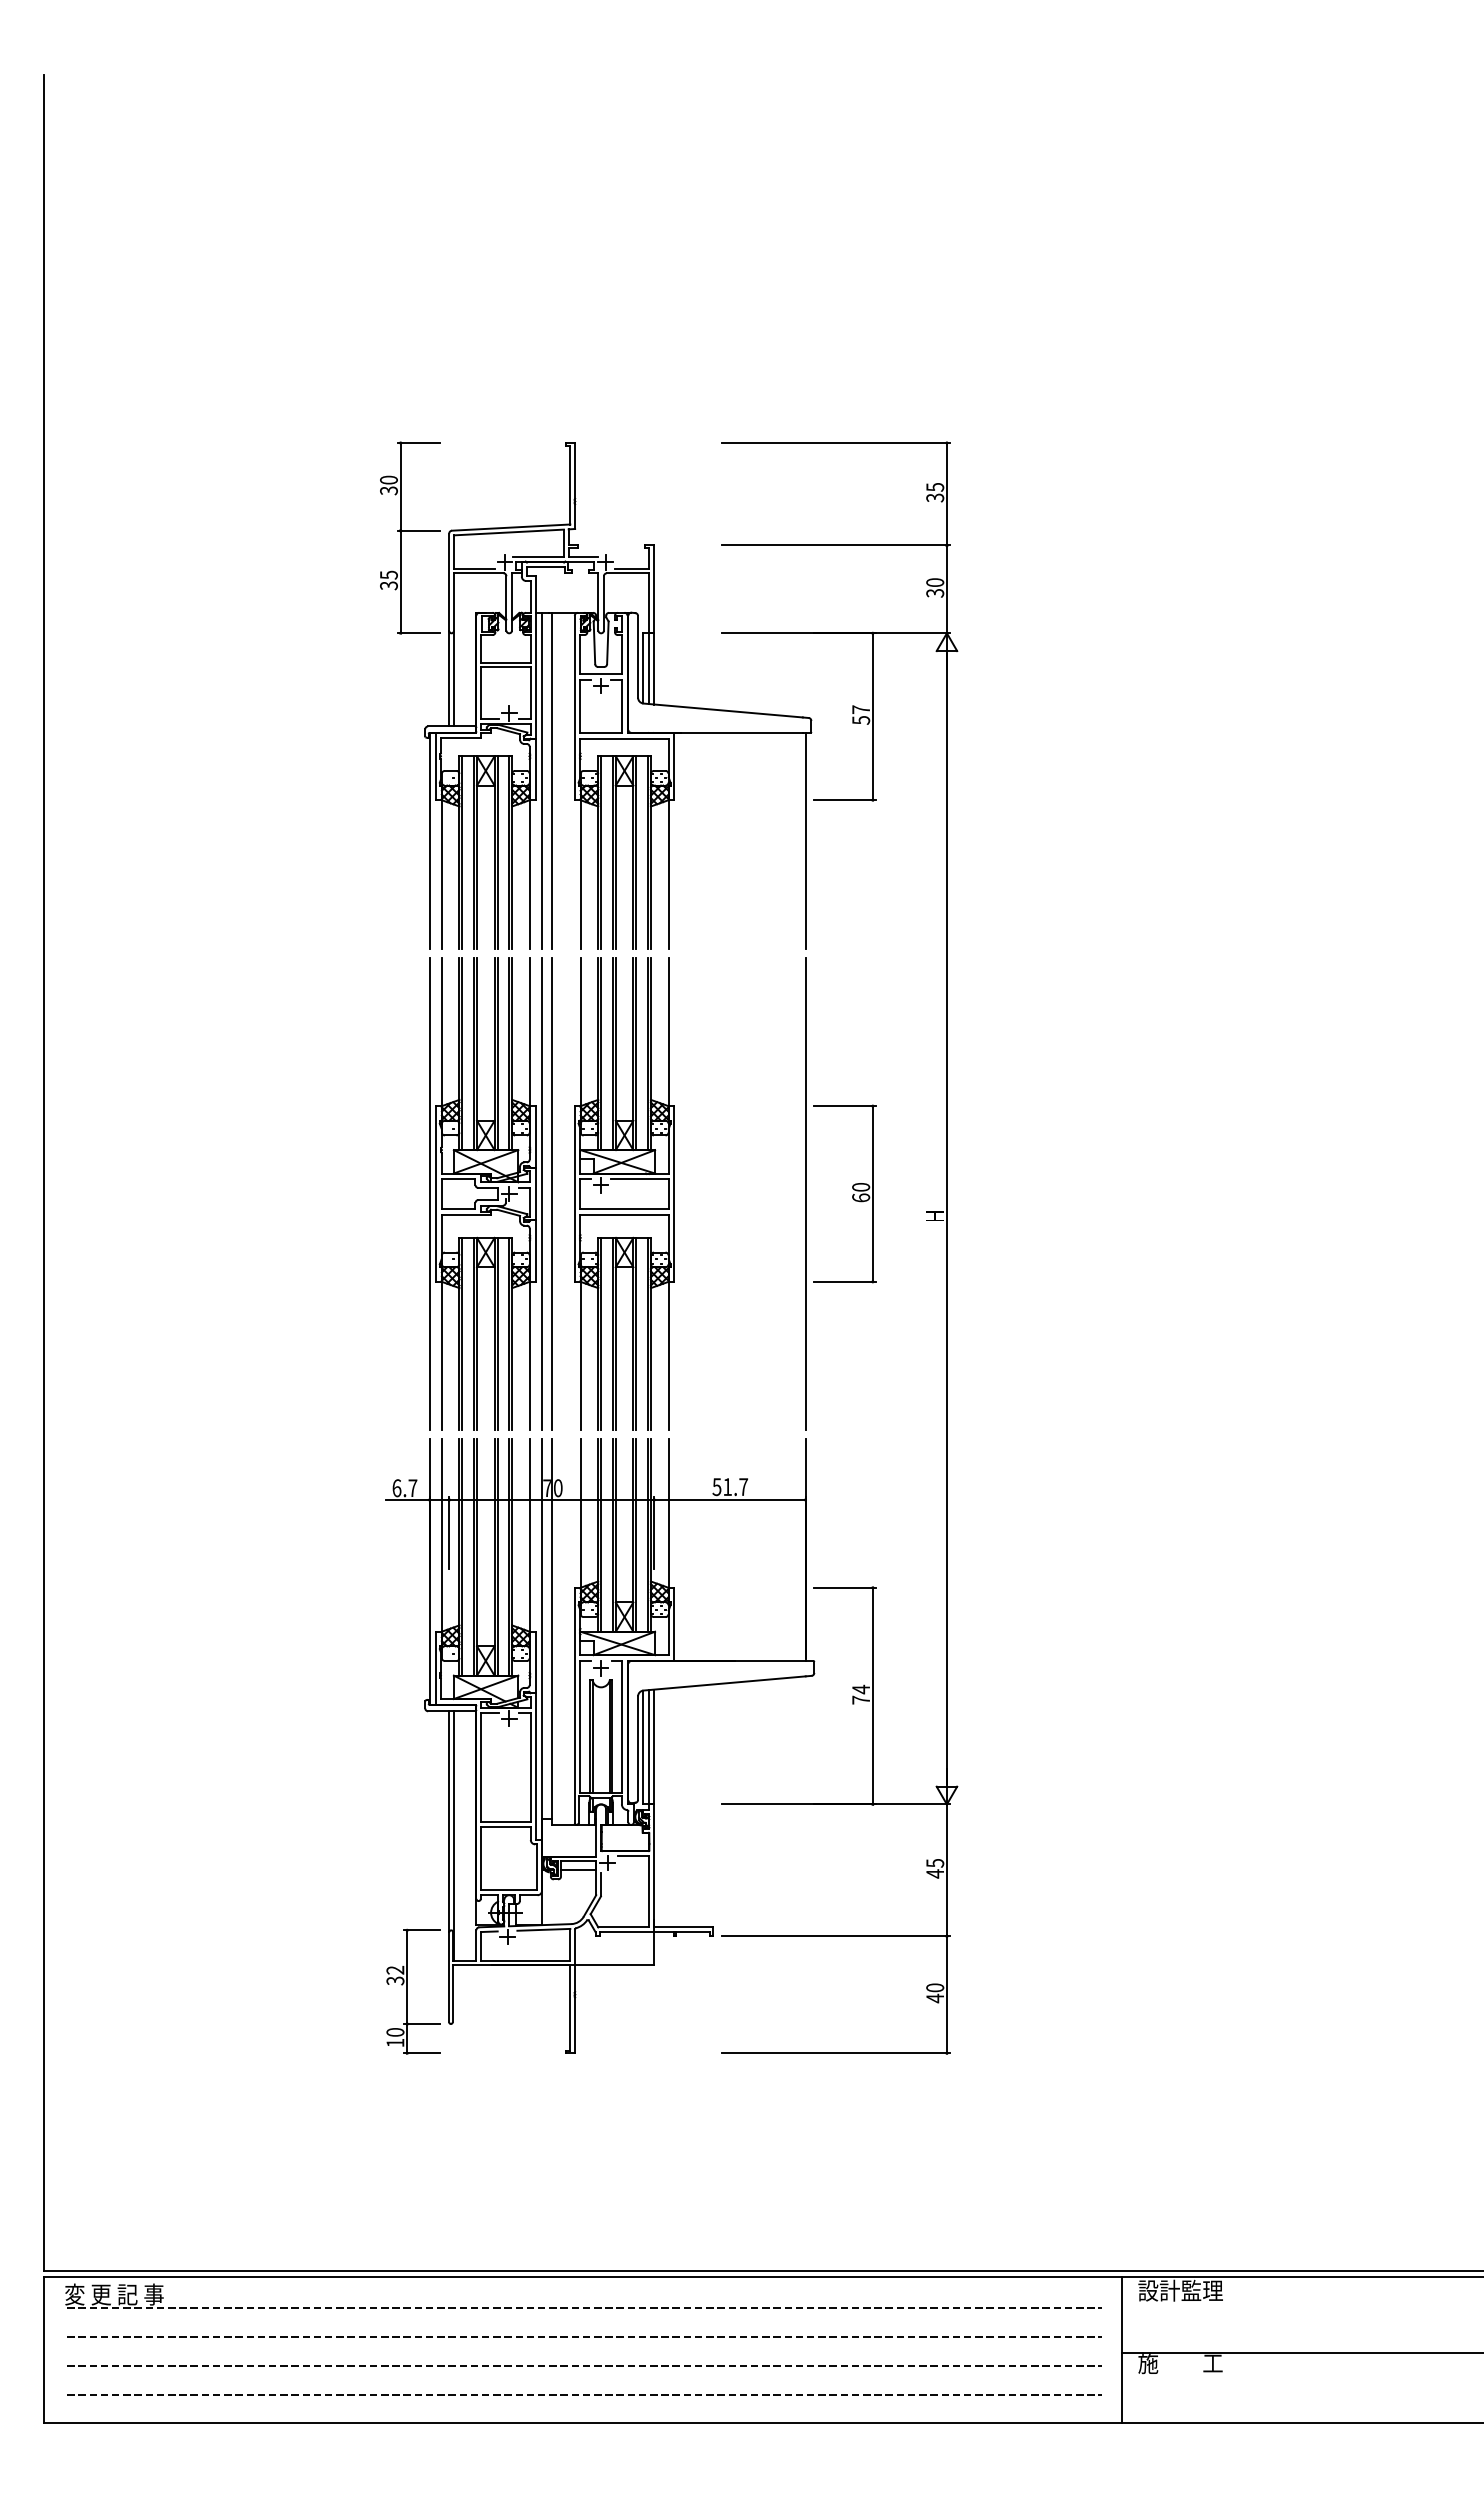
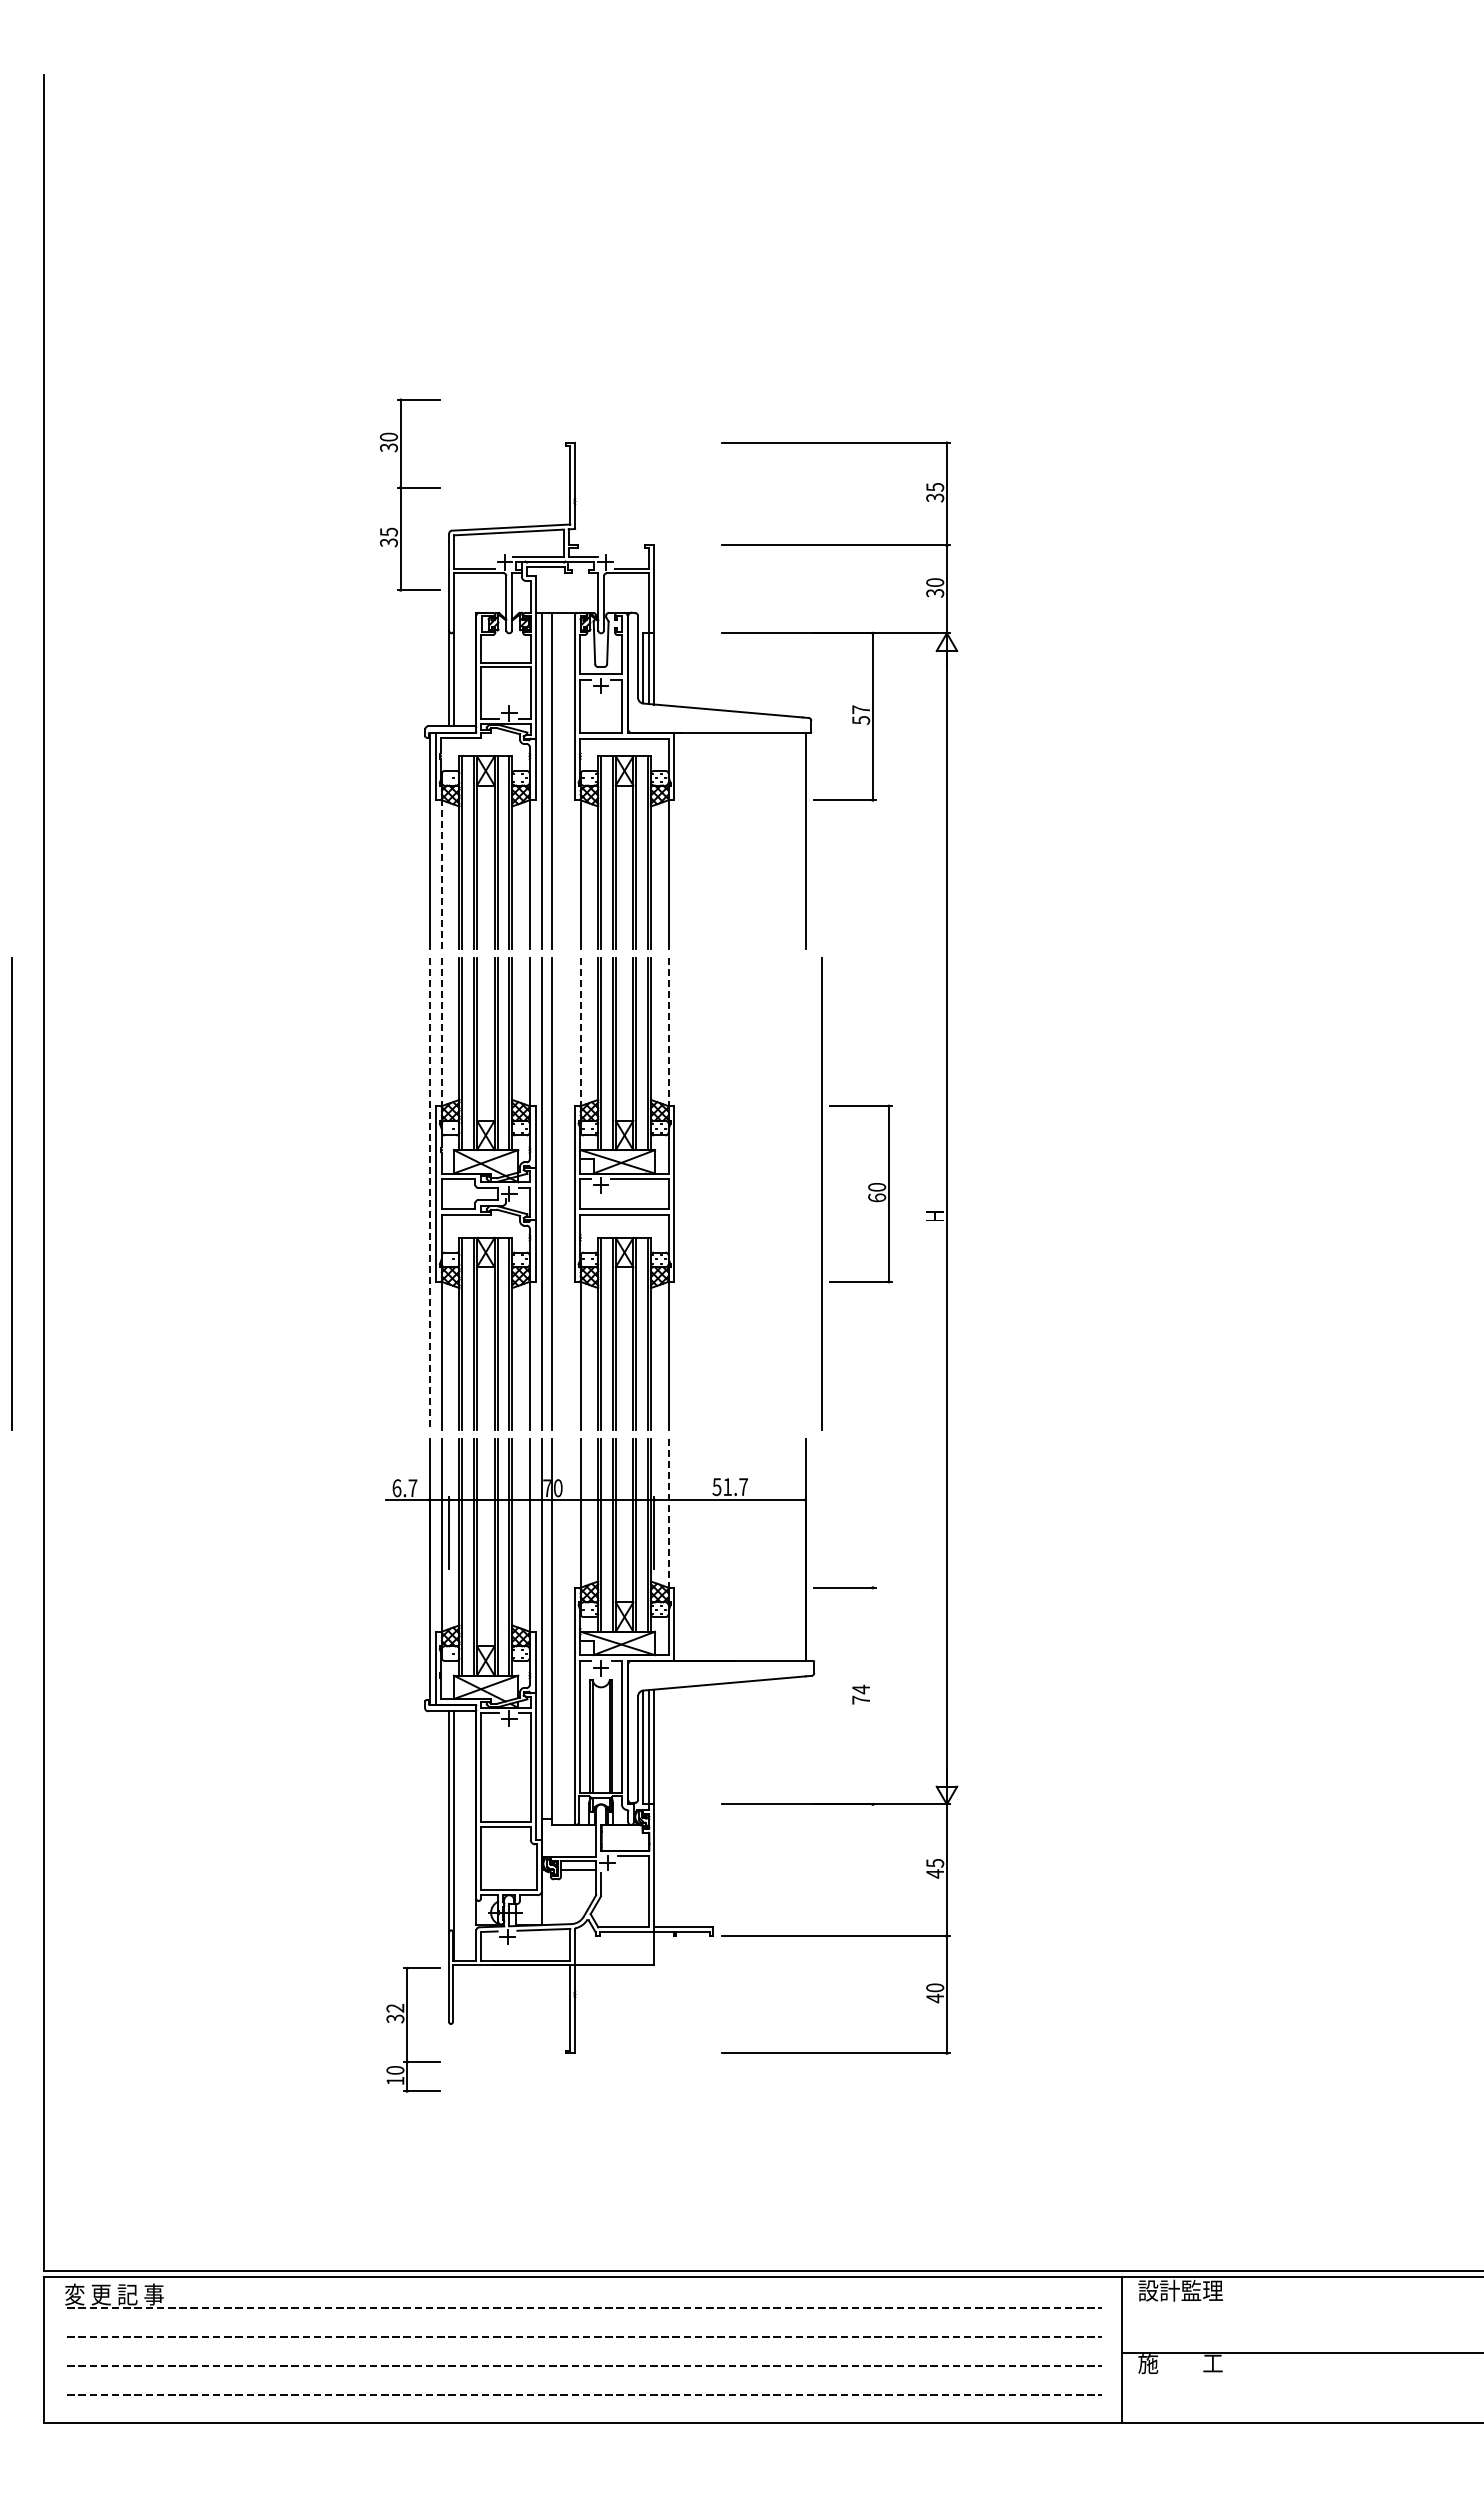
part at (410, 537) position: (410, 537) -> (410, 494)
line at (441, 874): solid -> dashed
line at (441, 1033): solid -> dashed
line at (580, 1033): solid -> dashed
line at (668, 1033): solid -> dashed
line at (11, 1193): none -> present
line at (429, 1194): solid -> dashed
part at (852, 1195) position: (852, 1195) -> (868, 1195)
line at (668, 1514): solid -> dashed
line at (872, 1695): present -> none
part at (413, 1991) position: (413, 1991) -> (413, 2029)
